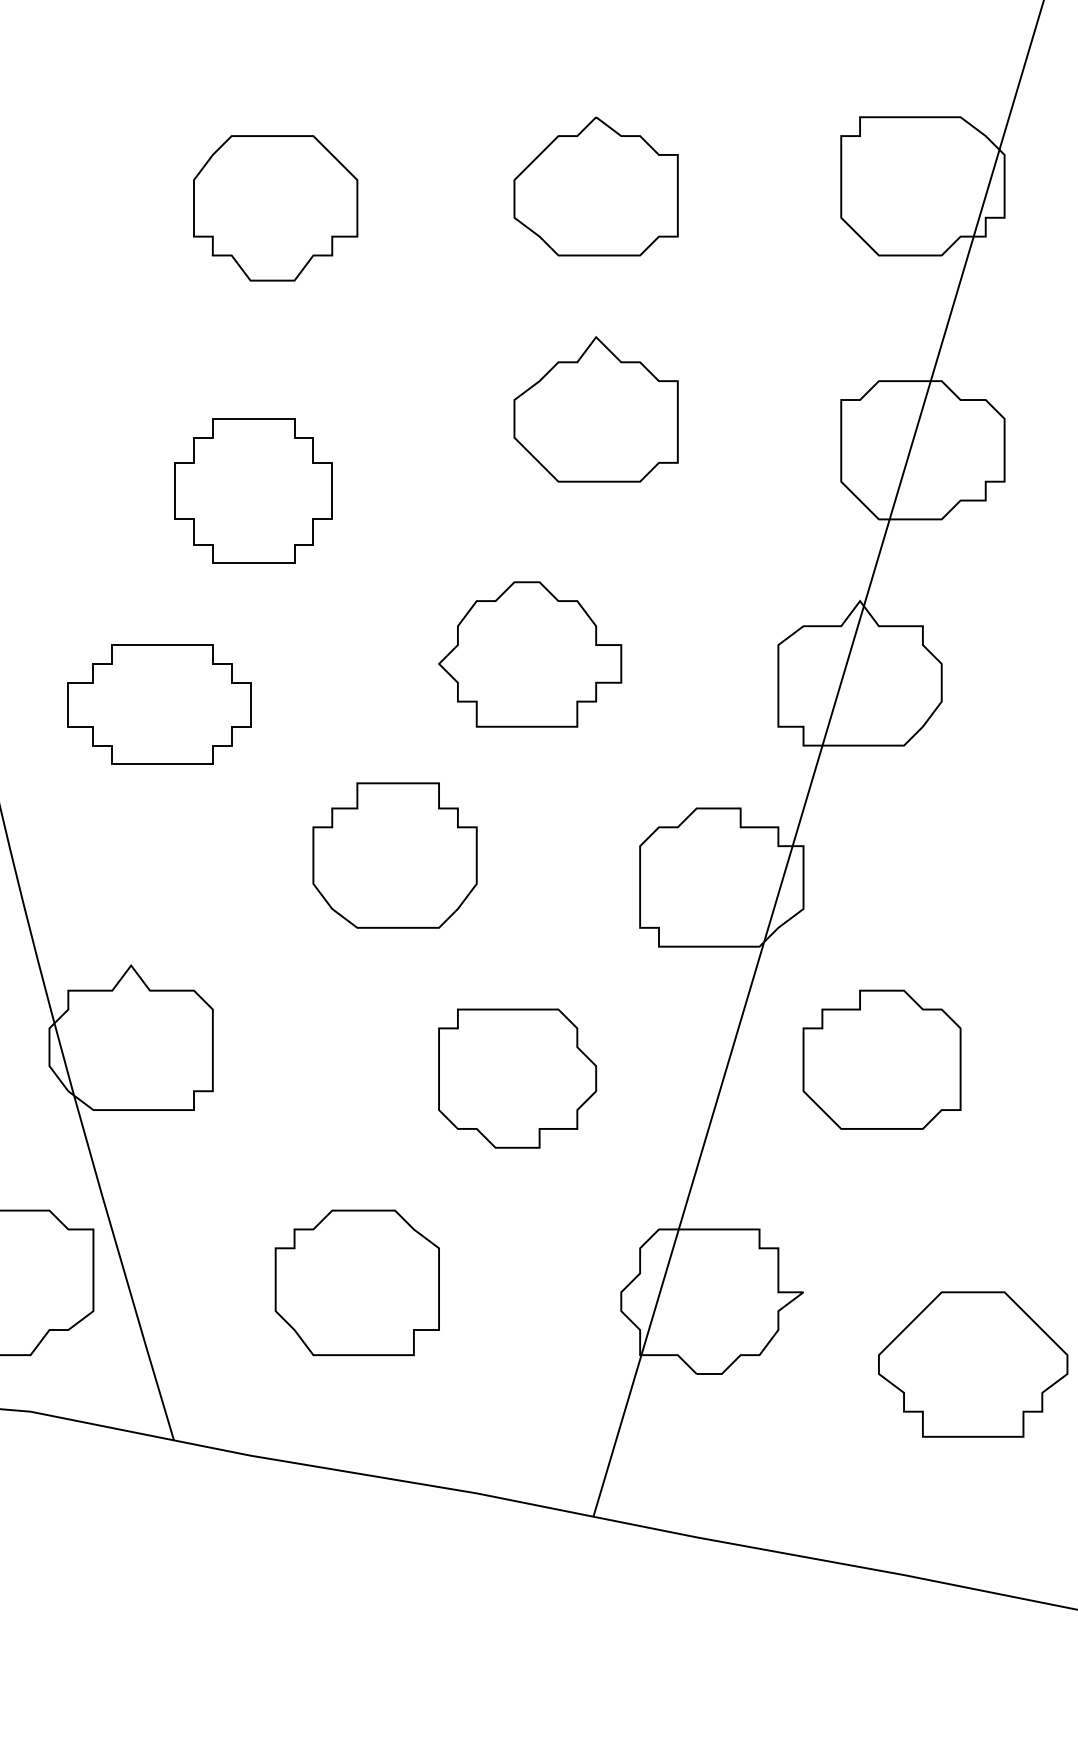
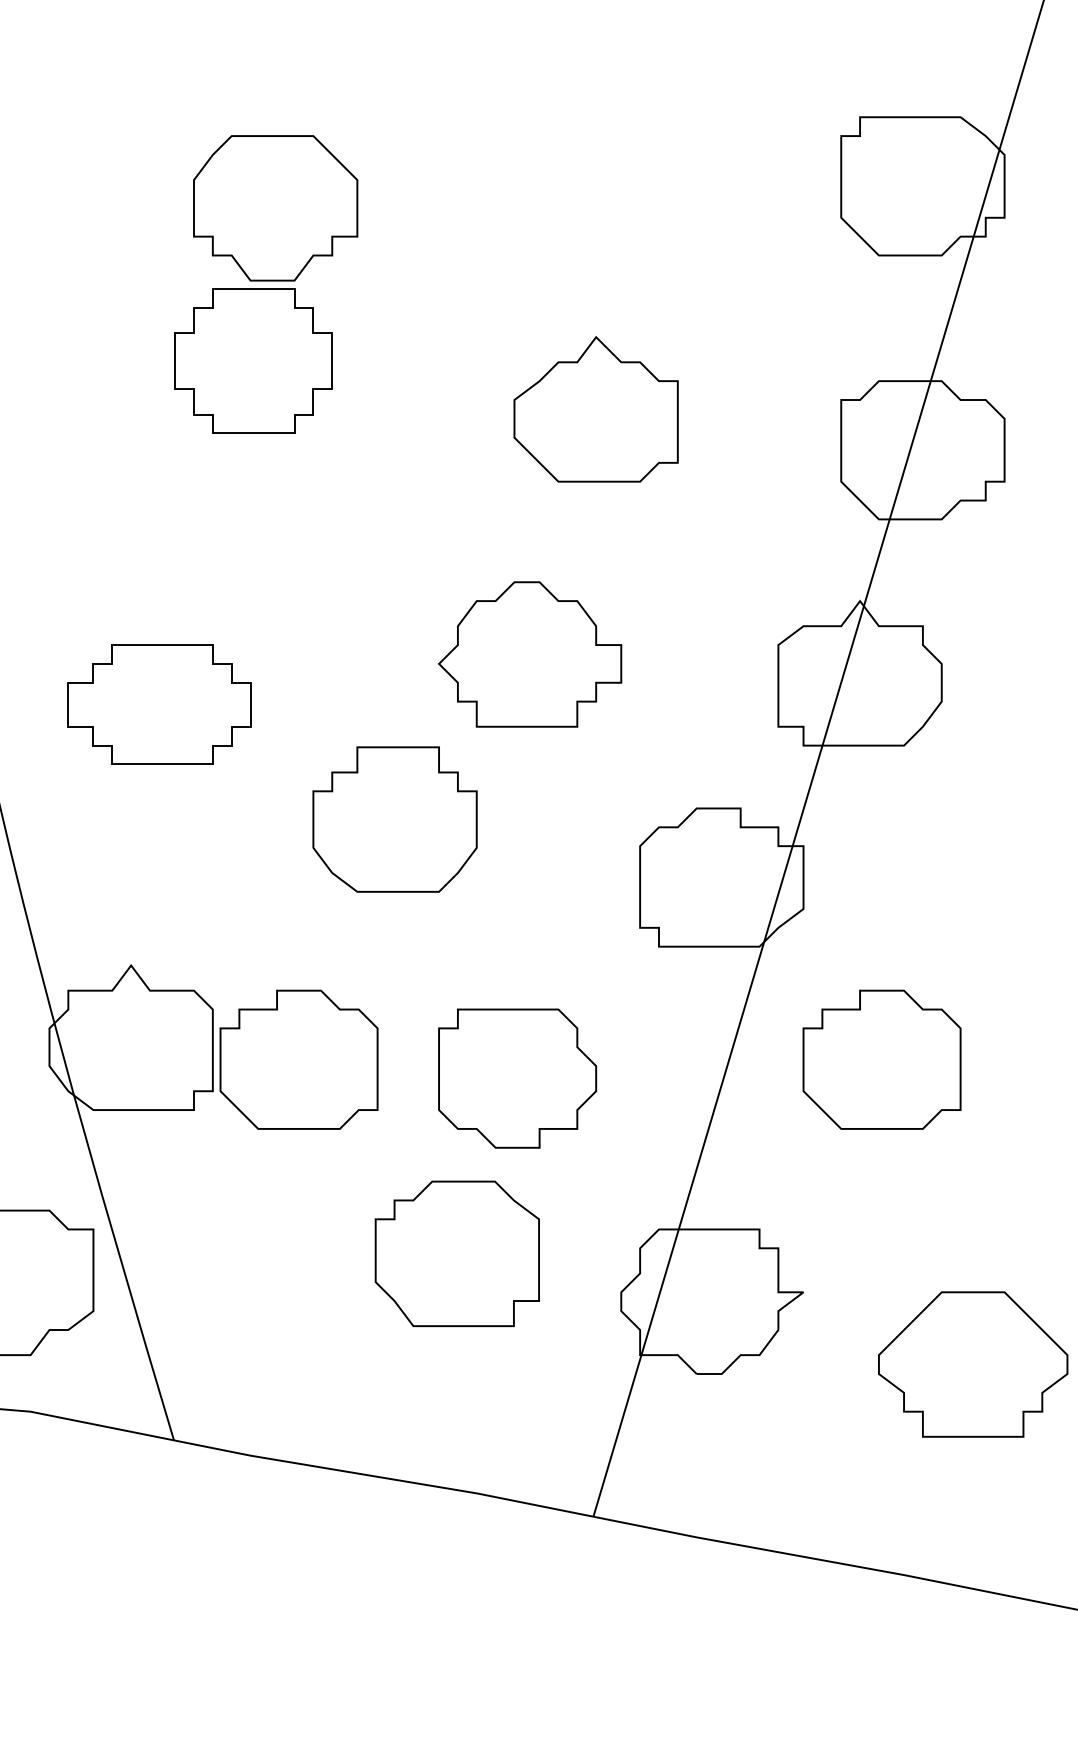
part at (595, 186): present -> none
part at (253, 490) position: (253, 490) -> (253, 360)
part at (394, 855) position: (394, 855) -> (394, 819)
part at (298, 1059): none -> present
part at (356, 1282) position: (356, 1282) -> (456, 1253)
